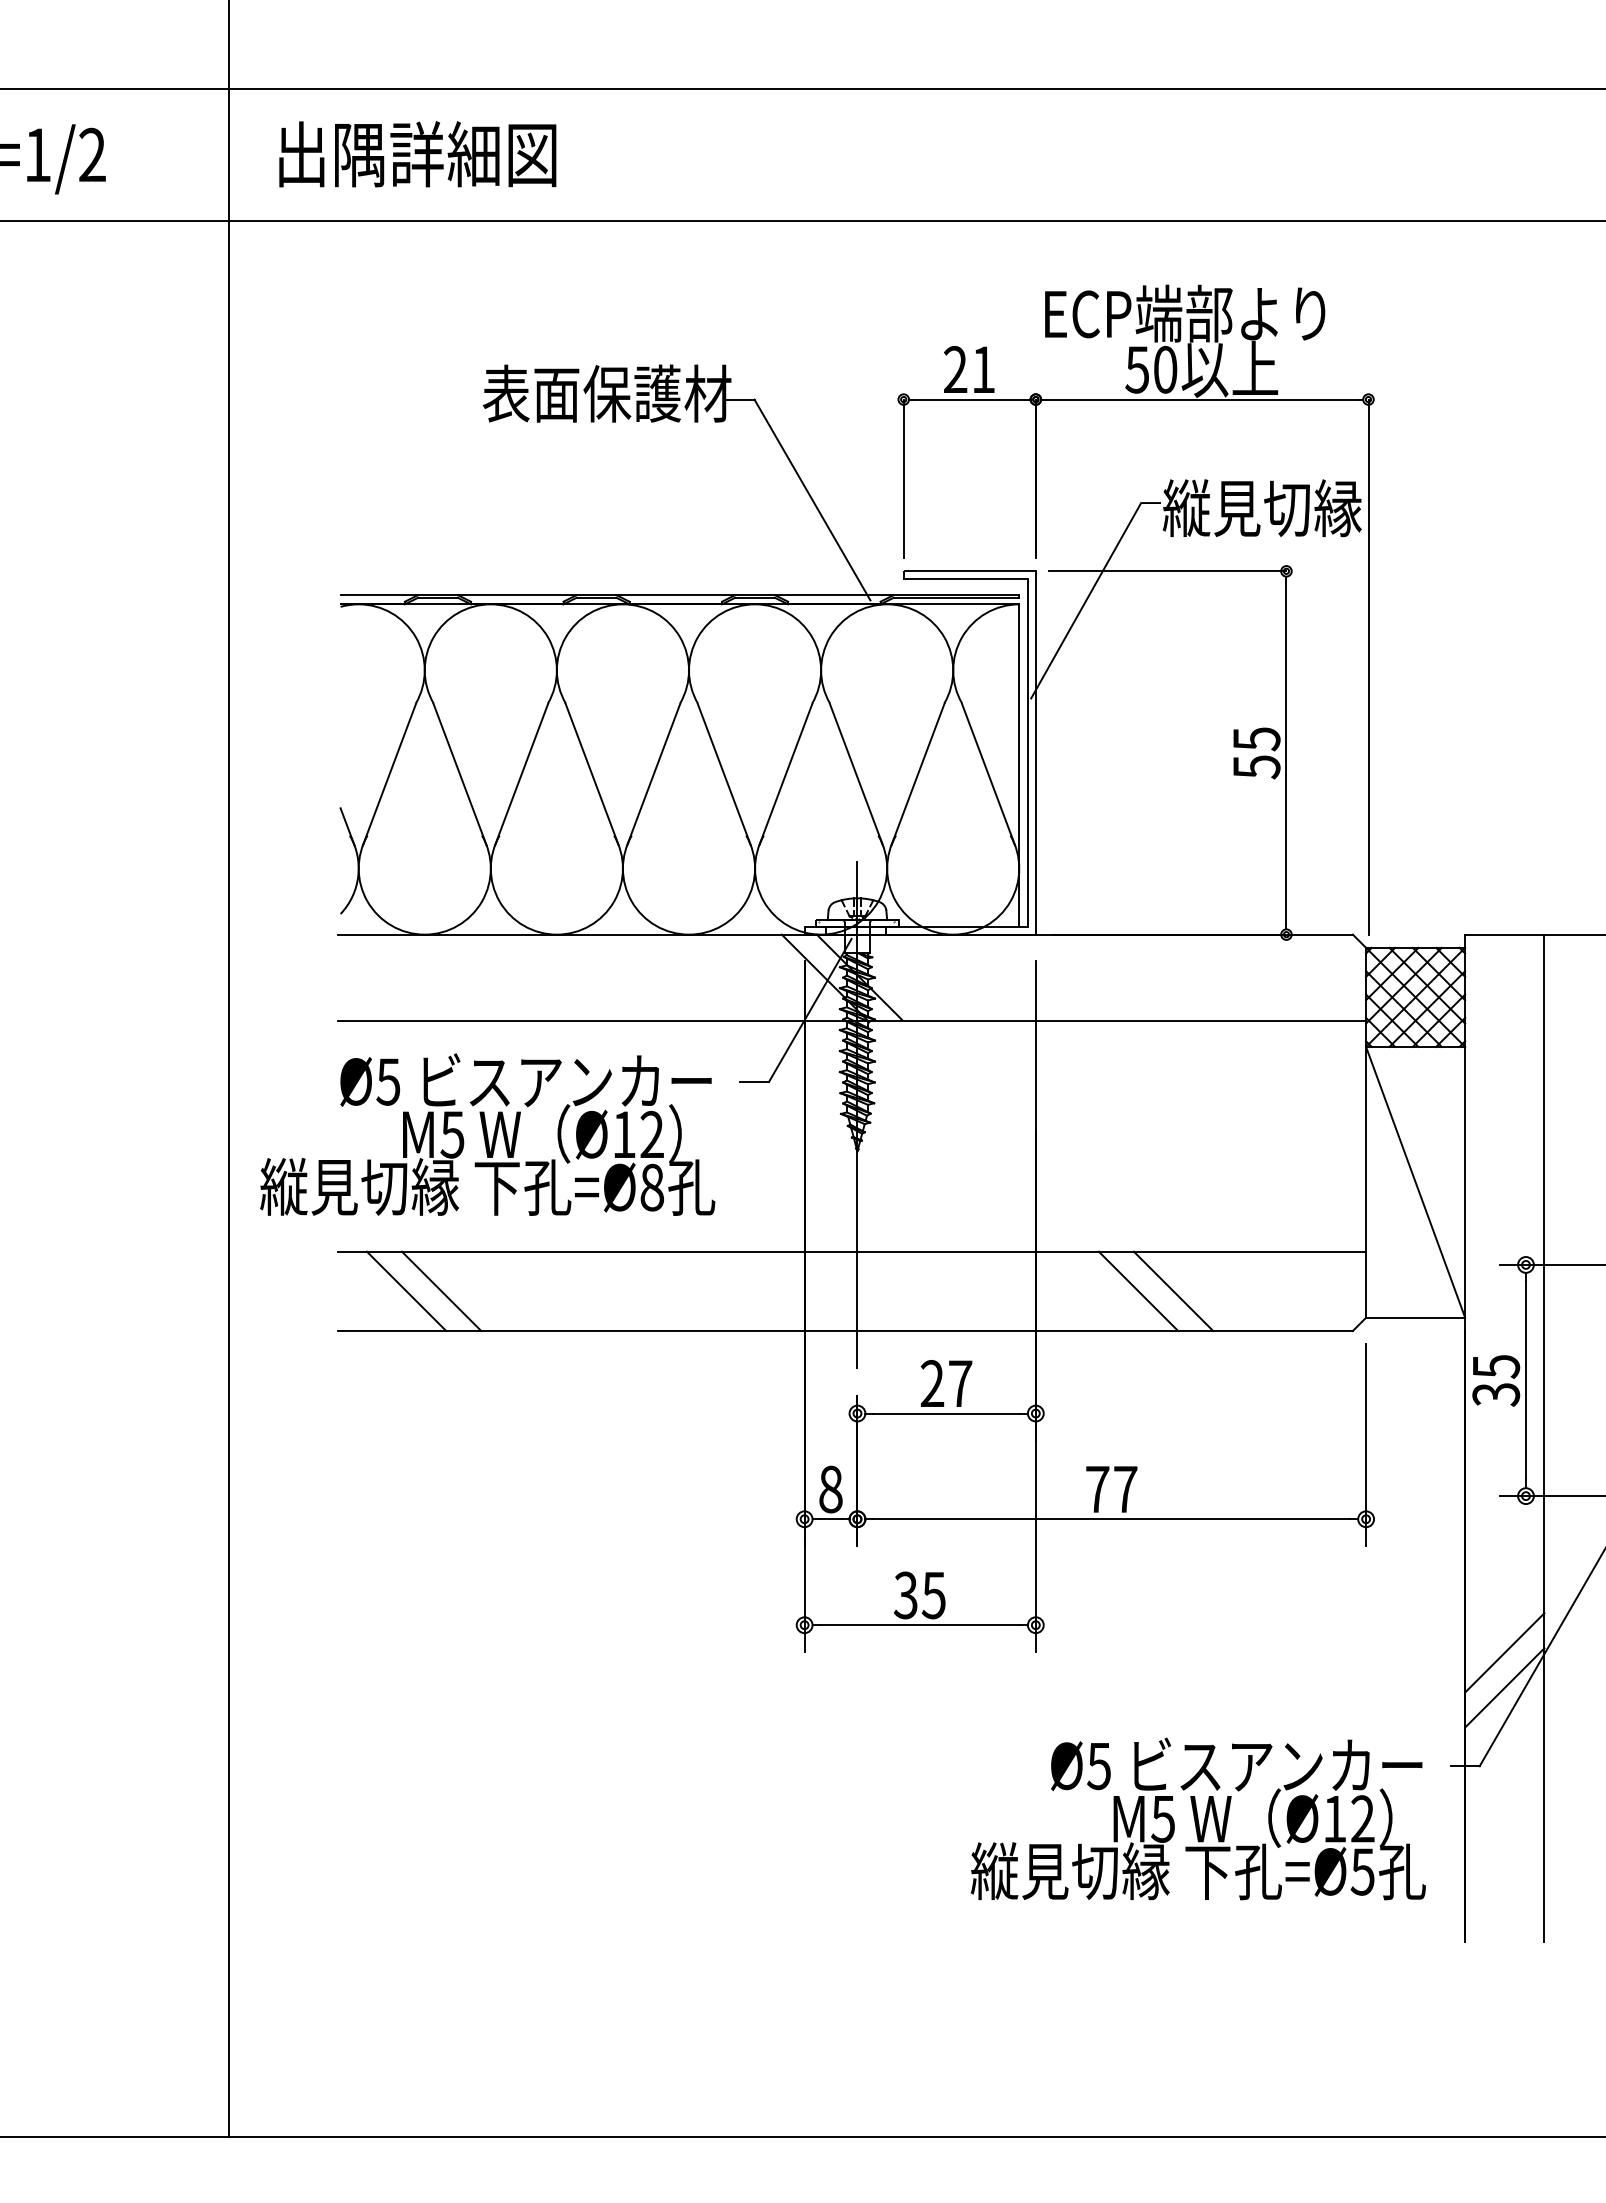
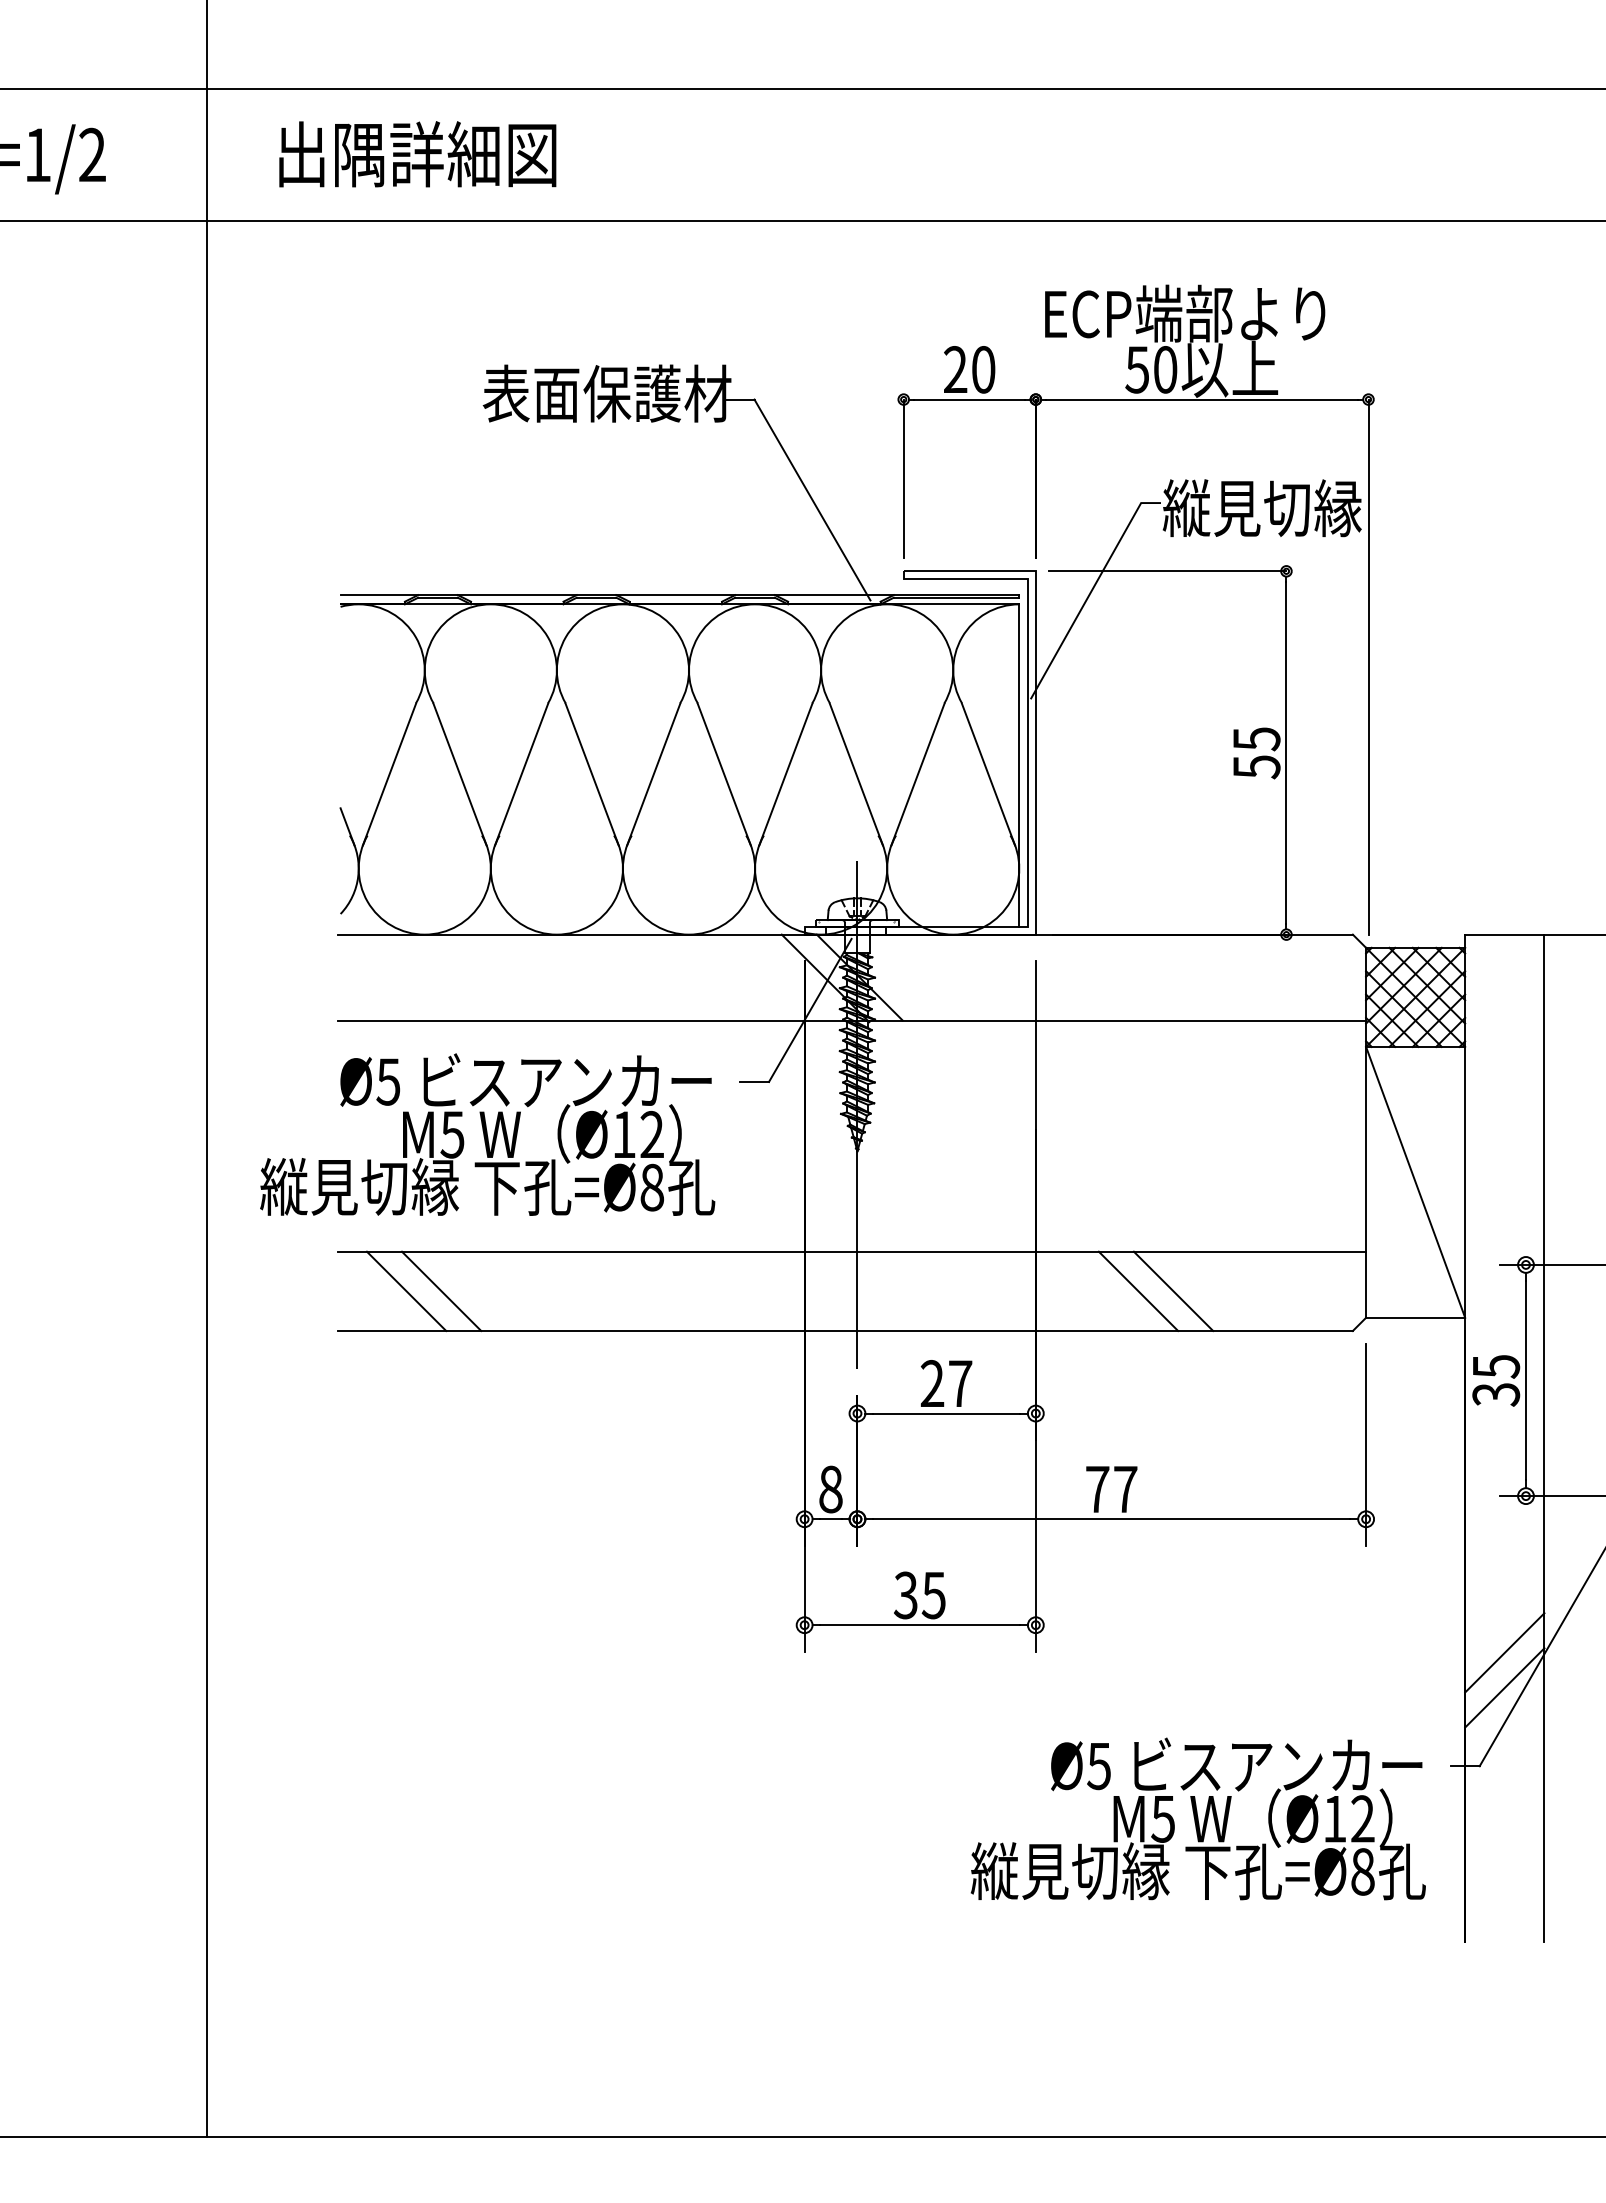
text at (983, 369): 21 -> 20
line at (228, 1069) position: (228, 1069) -> (206, 1069)
text at (1362, 1871): =Ø5 -> =Ø8
